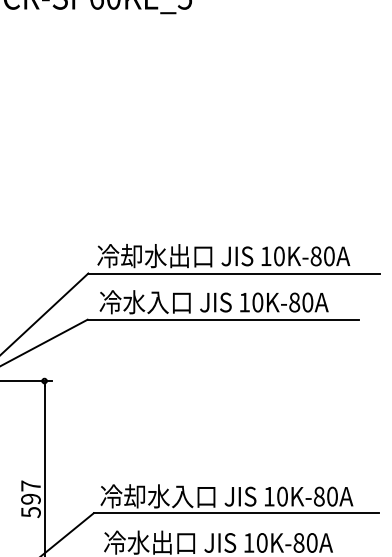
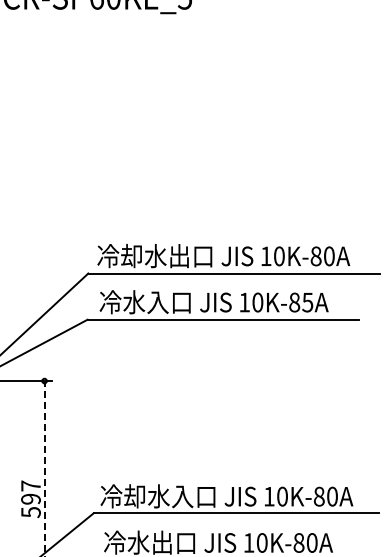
text at (307, 302): 10K-80A -> 10K-85A
line at (44, 470): solid -> dashed
